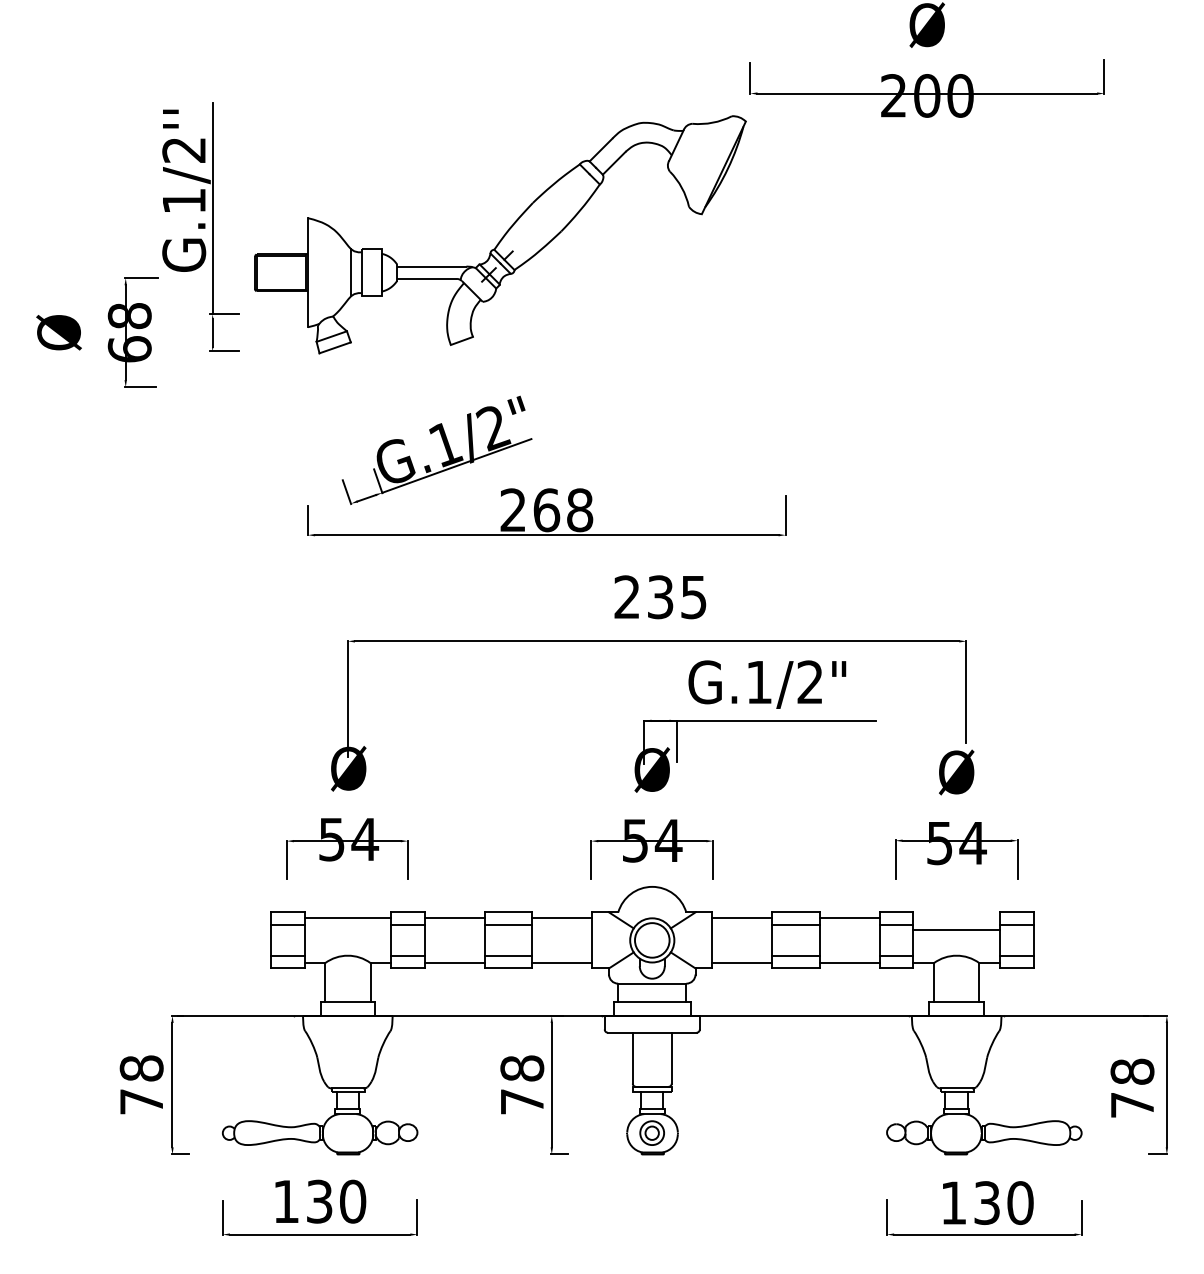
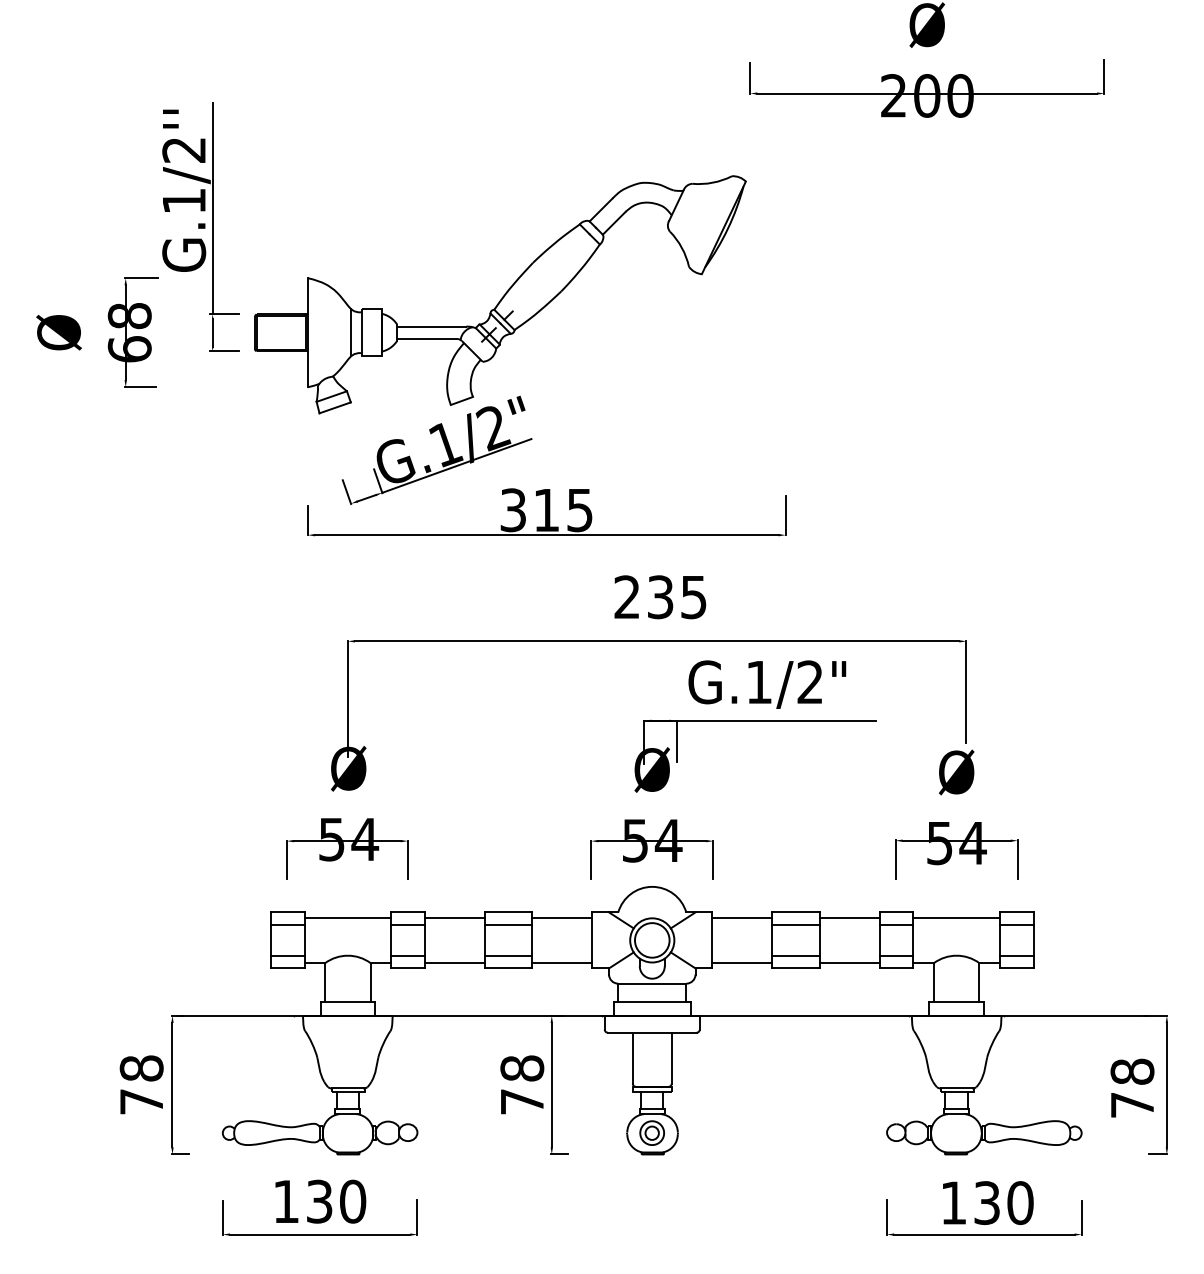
part at (500, 234) position: (500, 234) -> (500, 294)
text at (546, 510): 268 -> 315
line at (956, 929) position: (956, 929) -> (956, 917)
